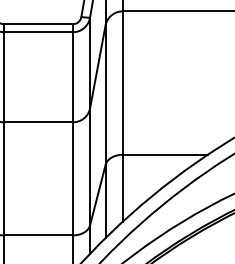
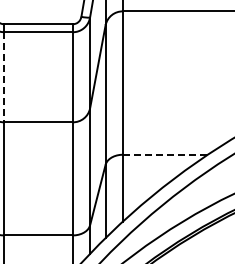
line at (4, 77): solid -> dashed
line at (165, 154): solid -> dashed
